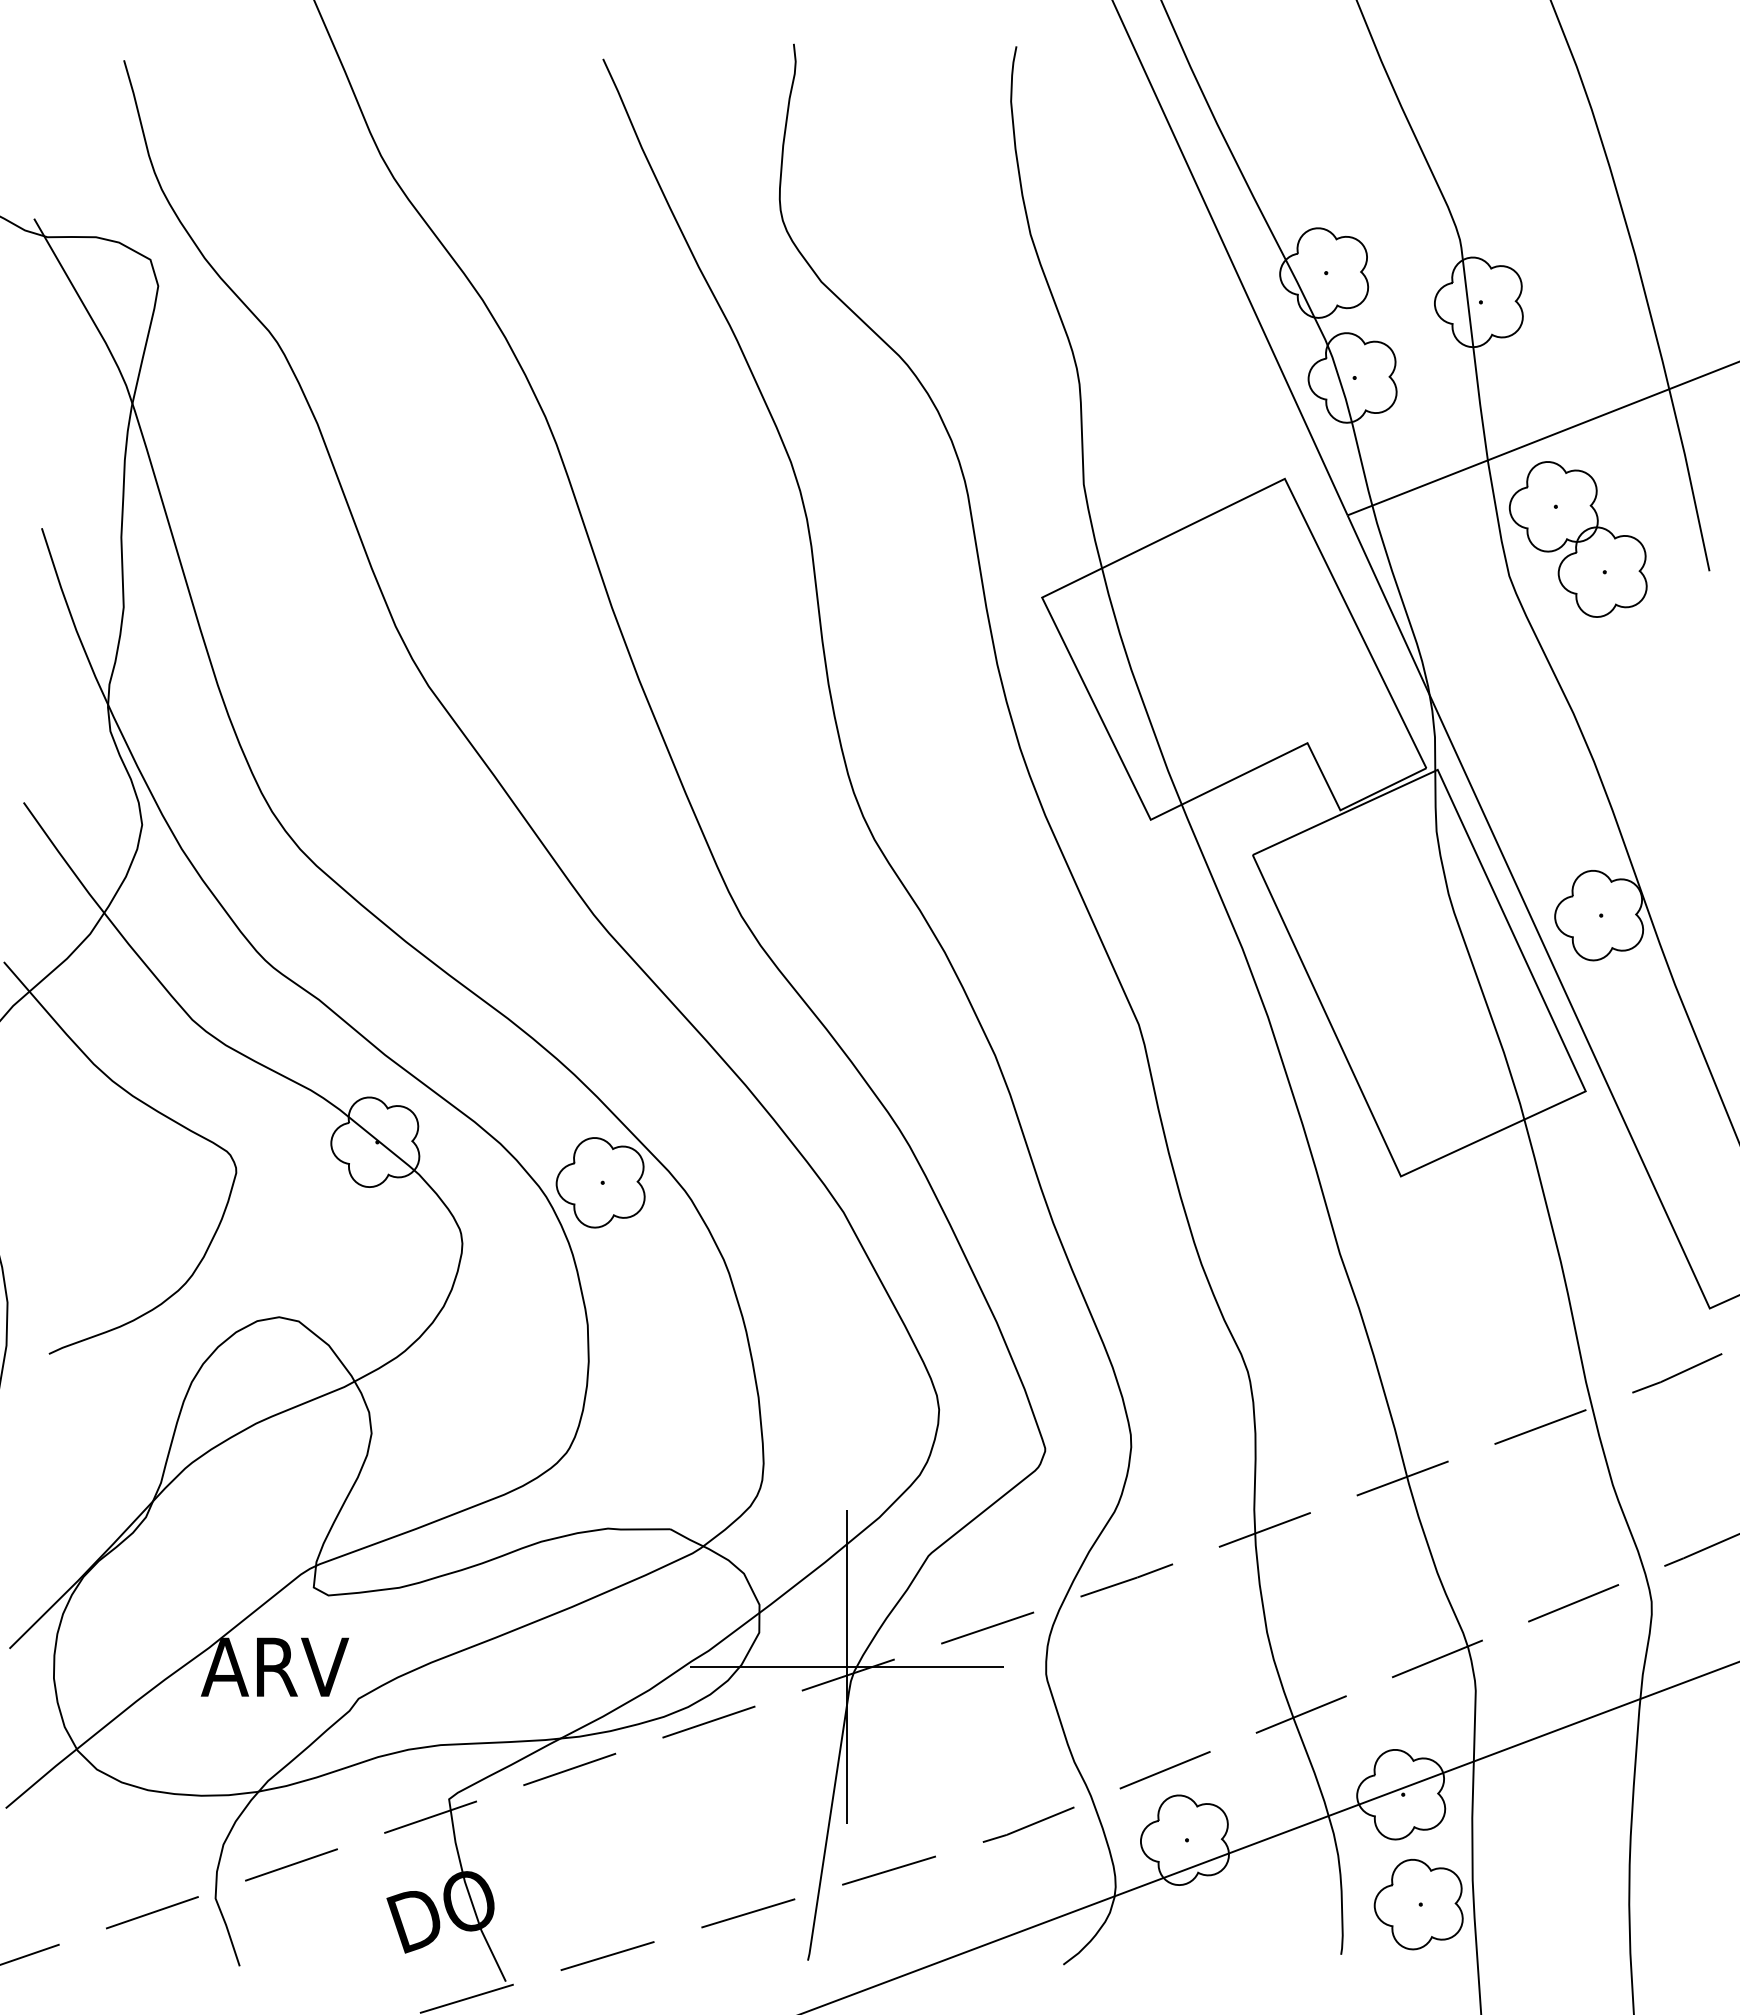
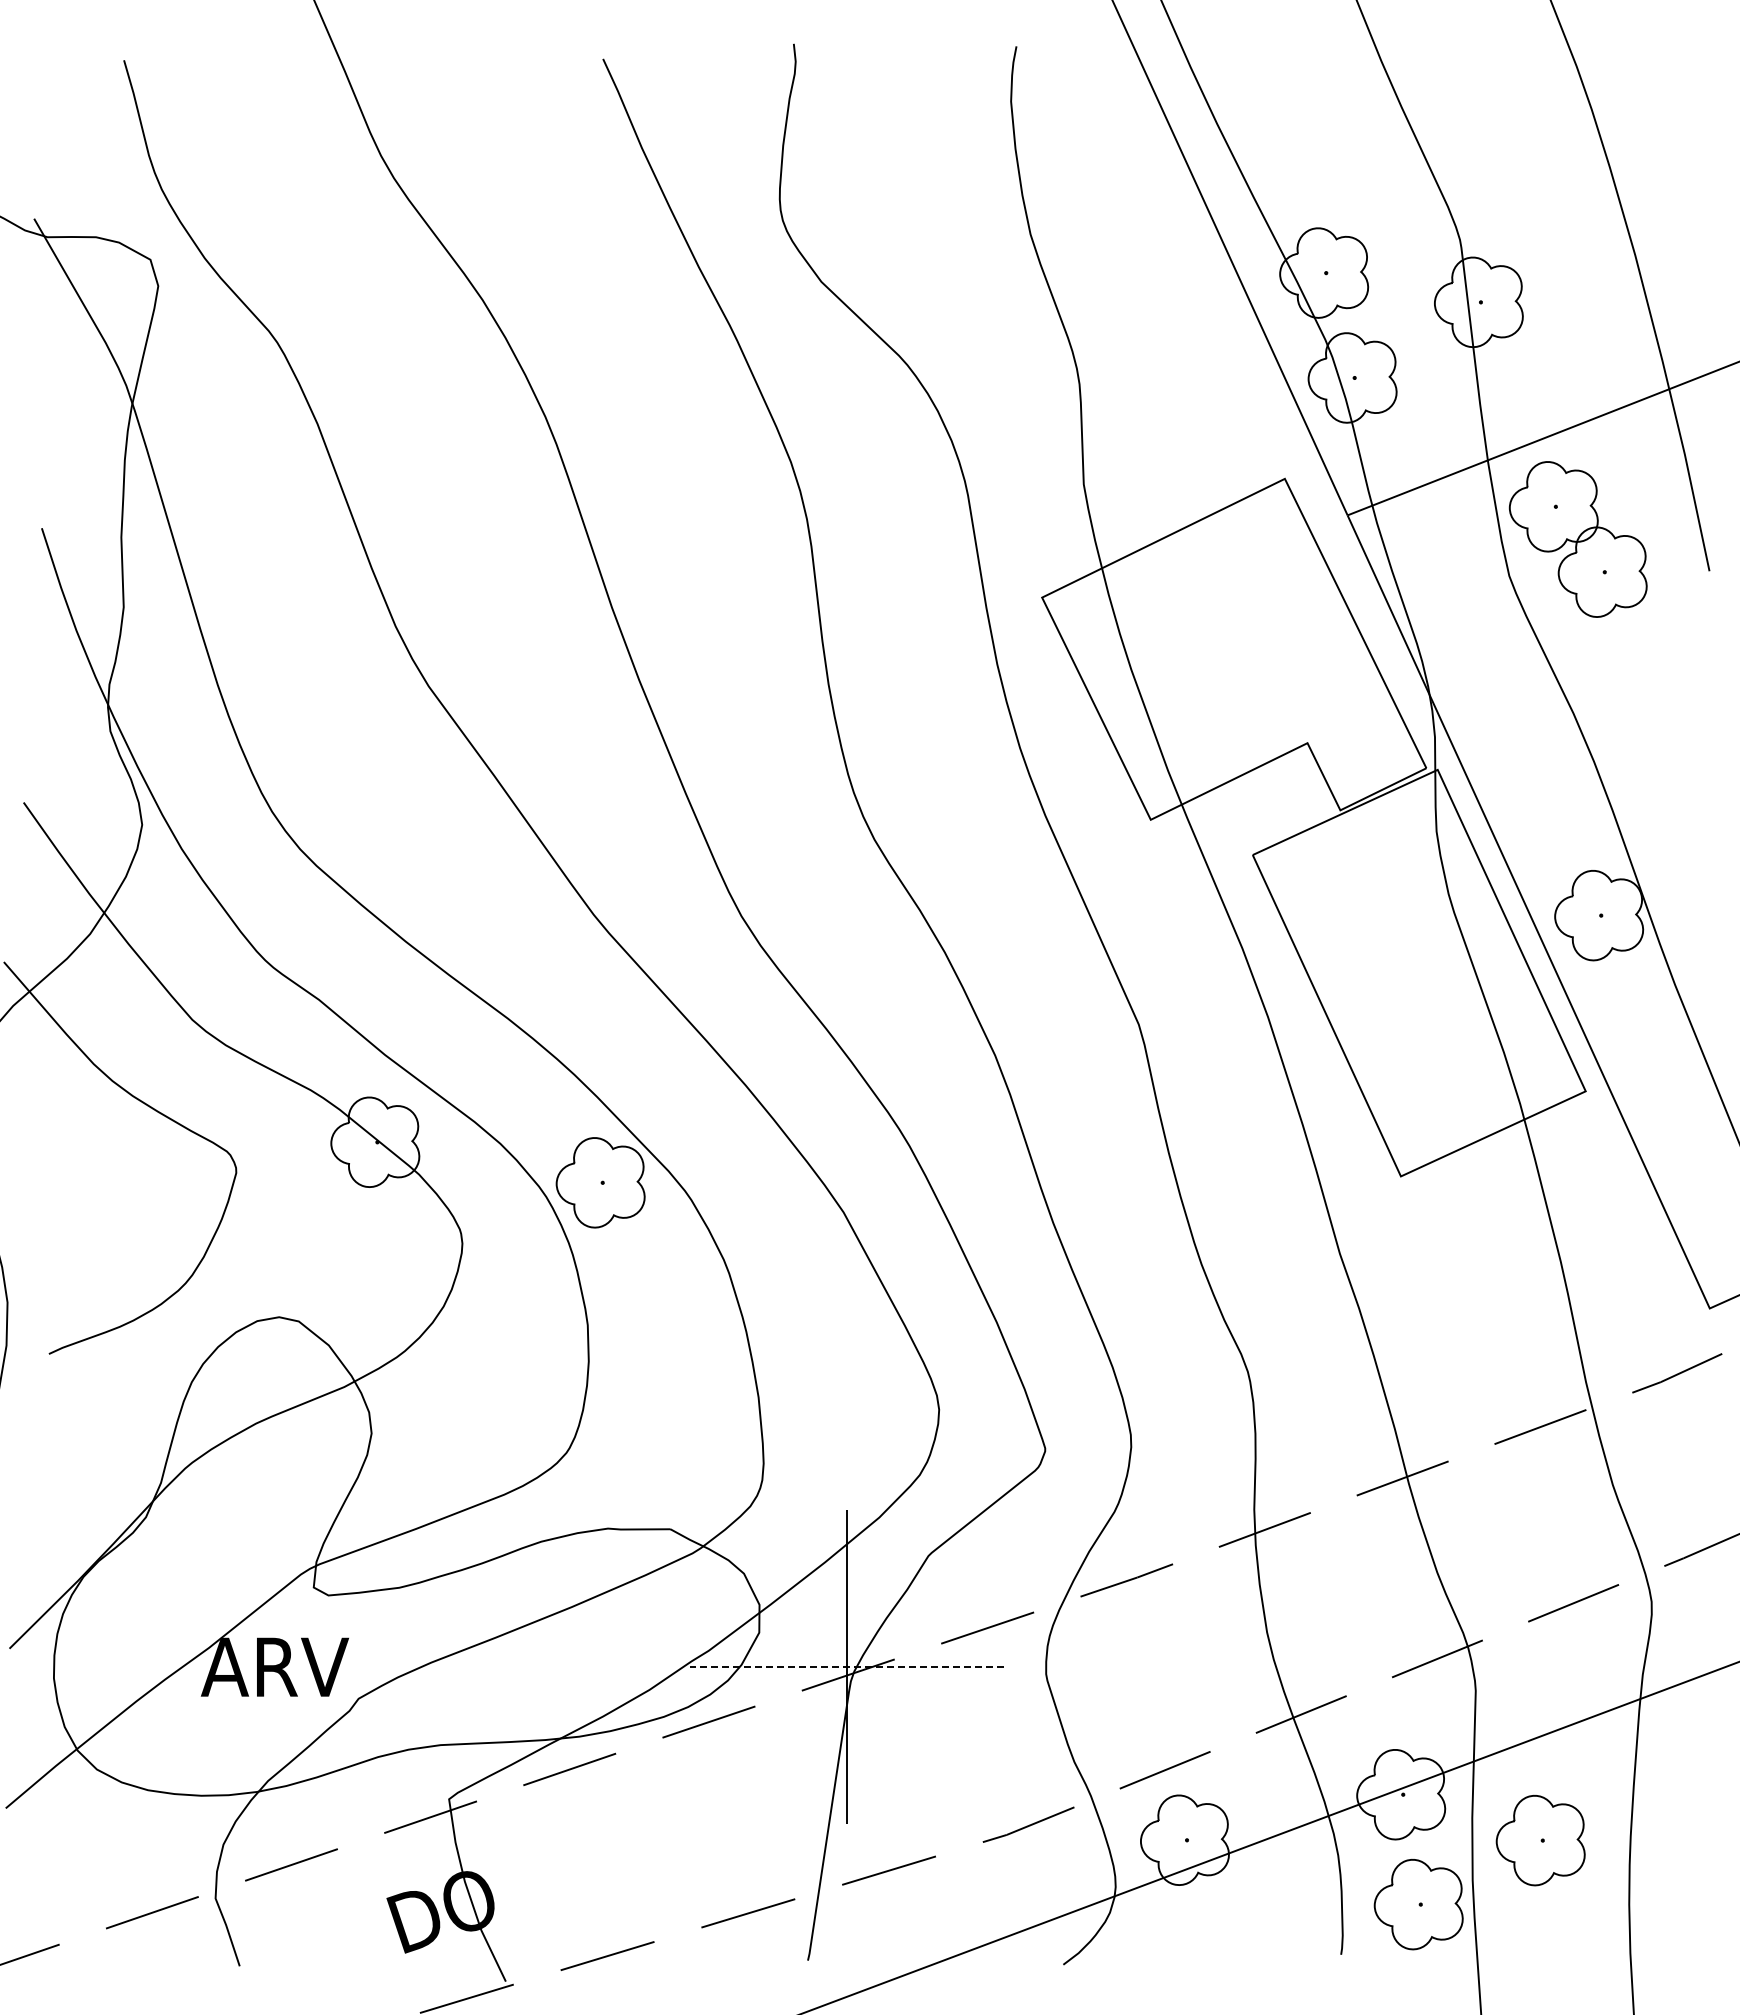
line at (847, 1666): solid -> dashed
part at (1540, 1840): none -> present
